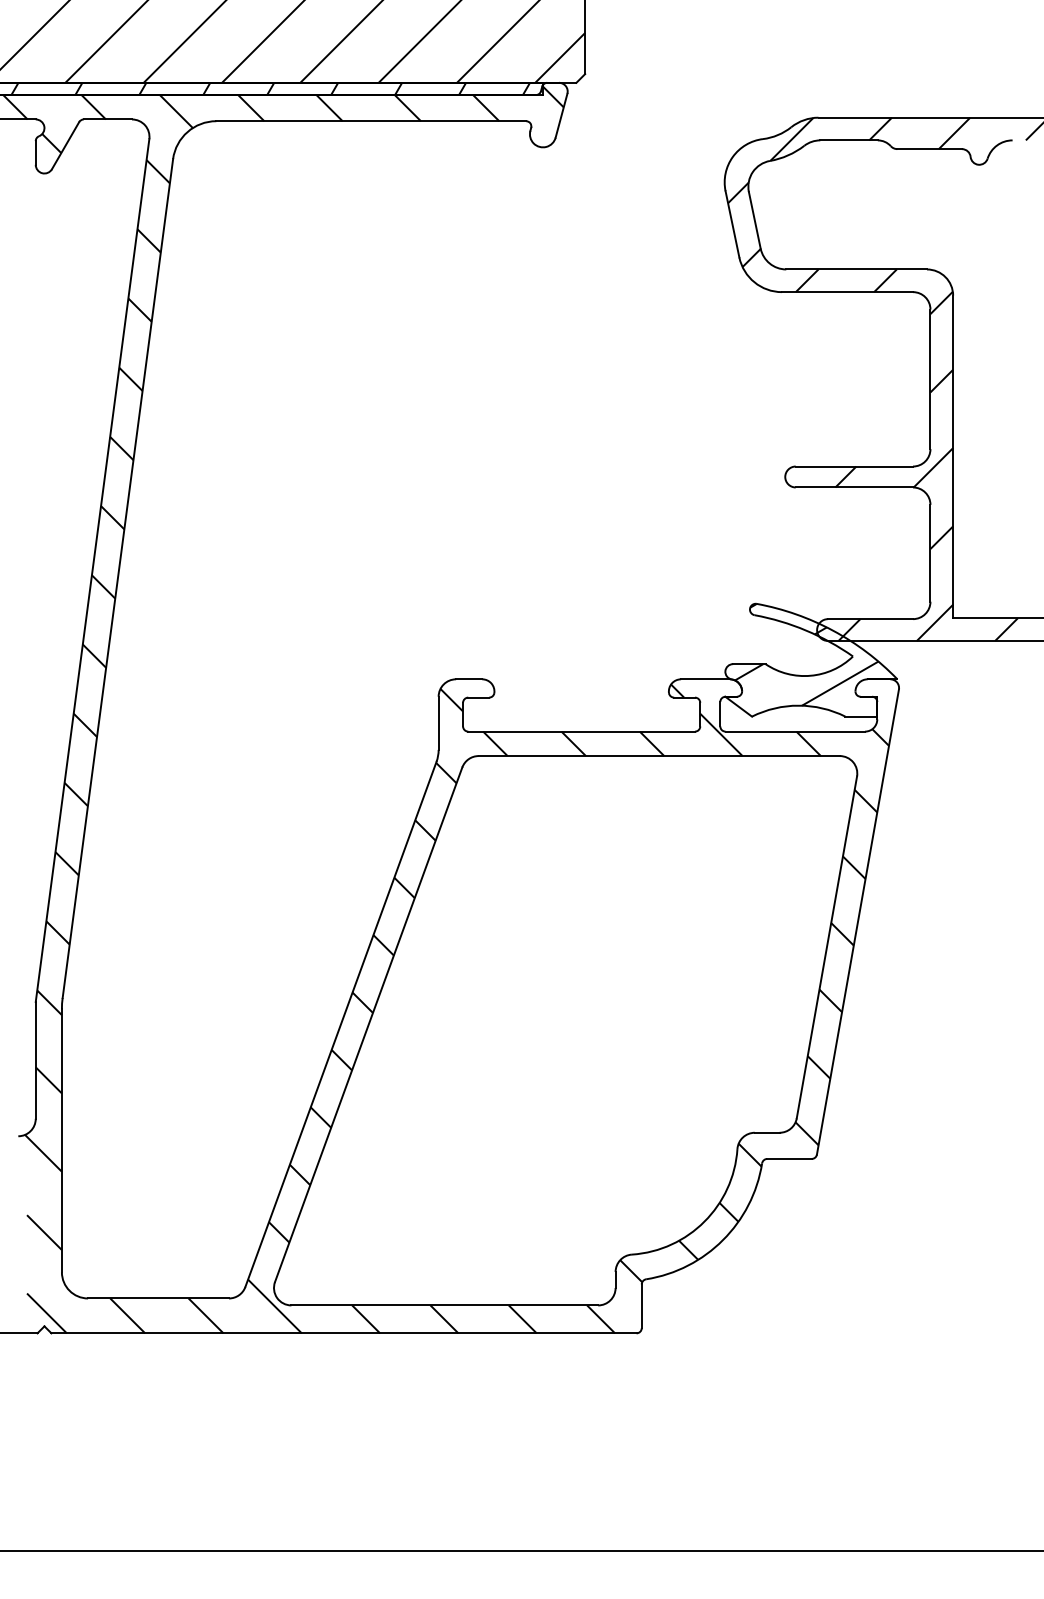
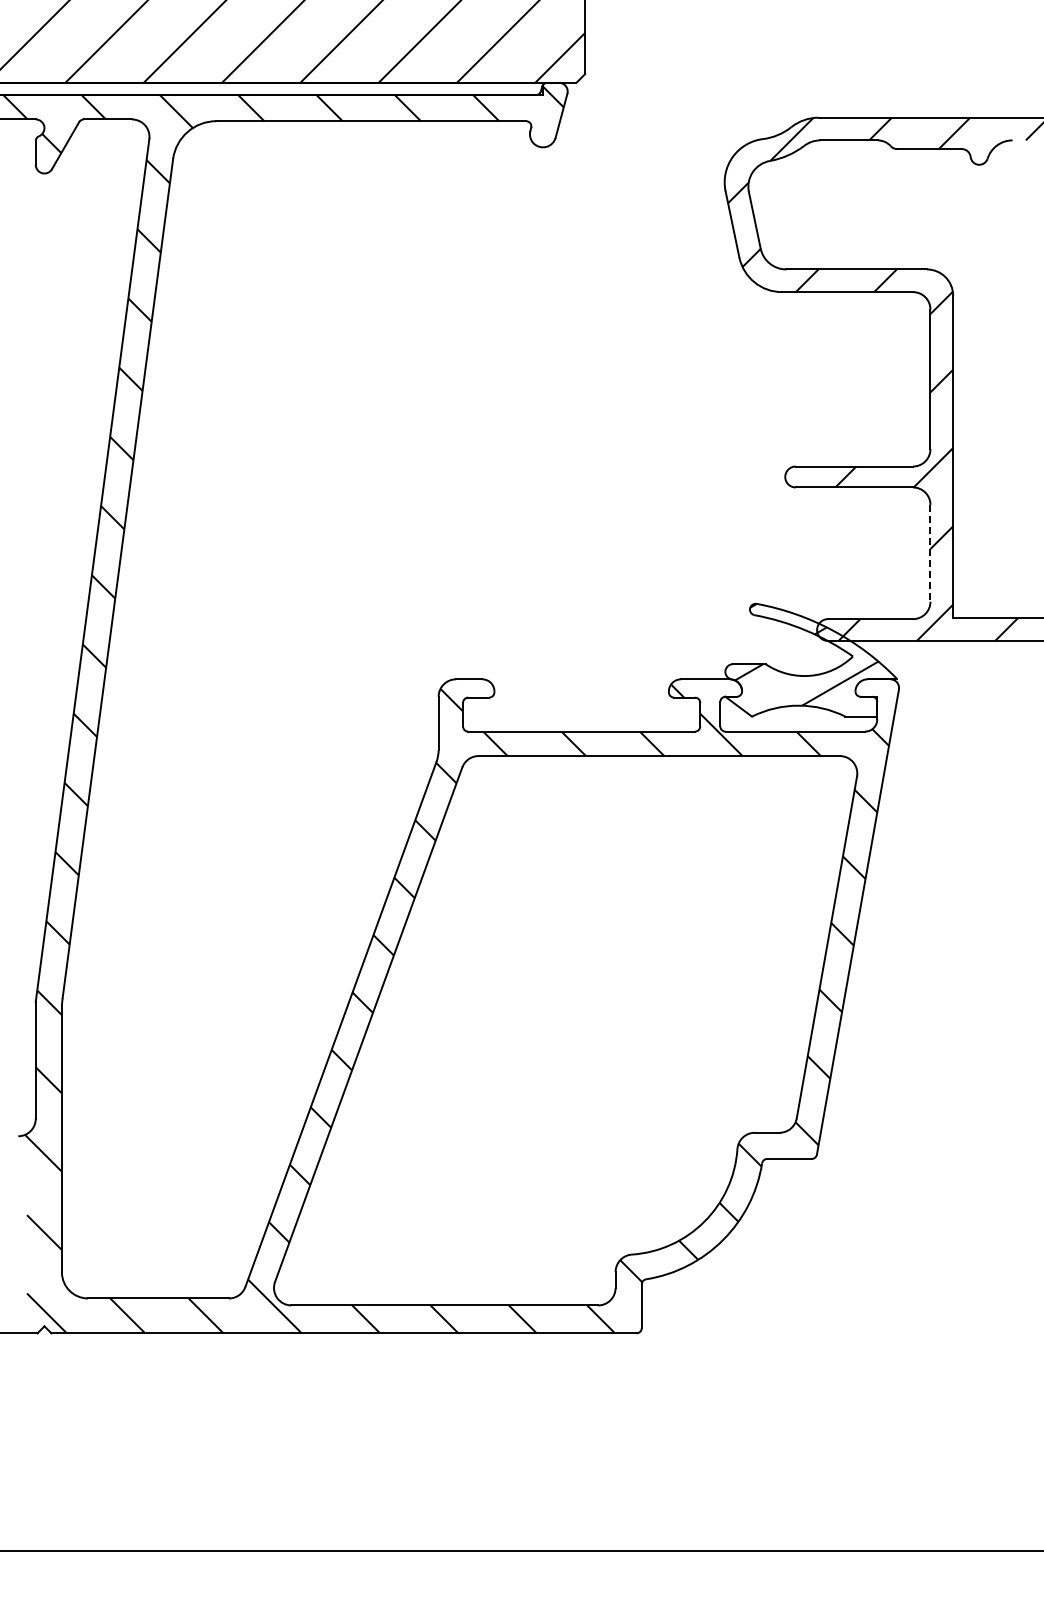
hatch at (270, 88): present -> none
line at (930, 553): solid -> dashed
